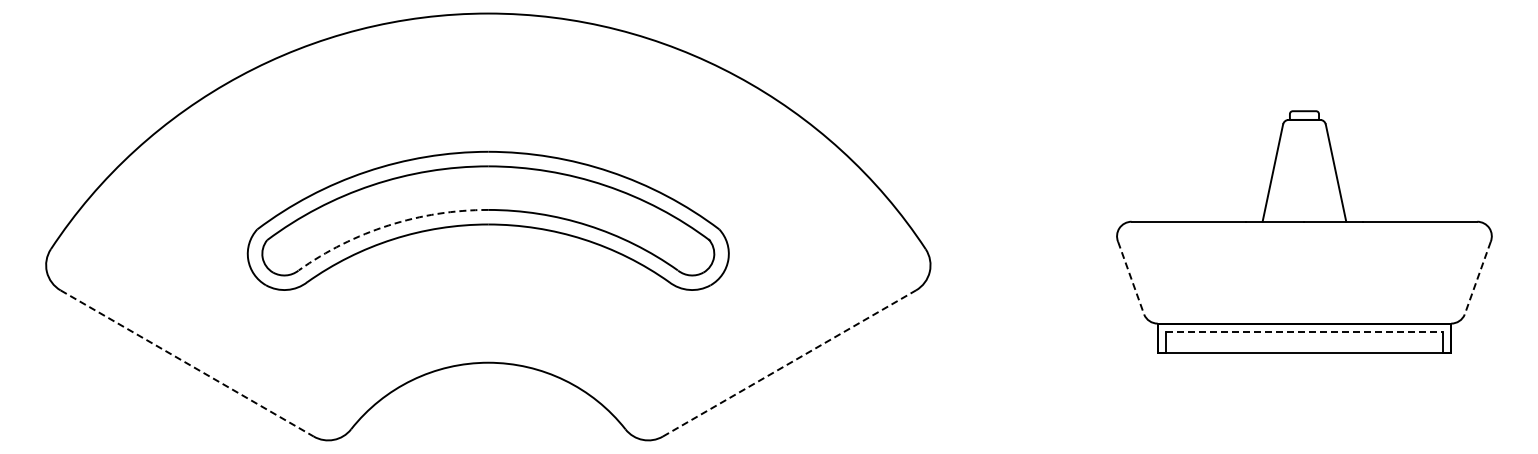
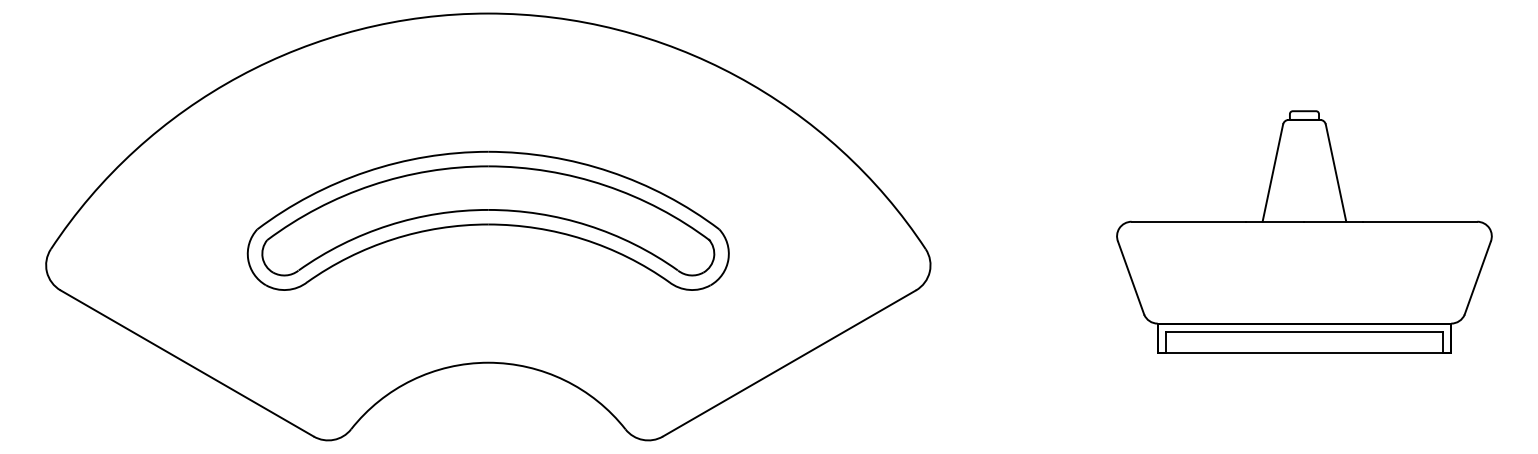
arc at (388, 225): dashed -> solid
line at (1131, 278): dashed -> solid
line at (1477, 278): dashed -> solid
line at (1304, 332): dashed -> solid
line at (187, 363): dashed -> solid
line at (789, 363): dashed -> solid
